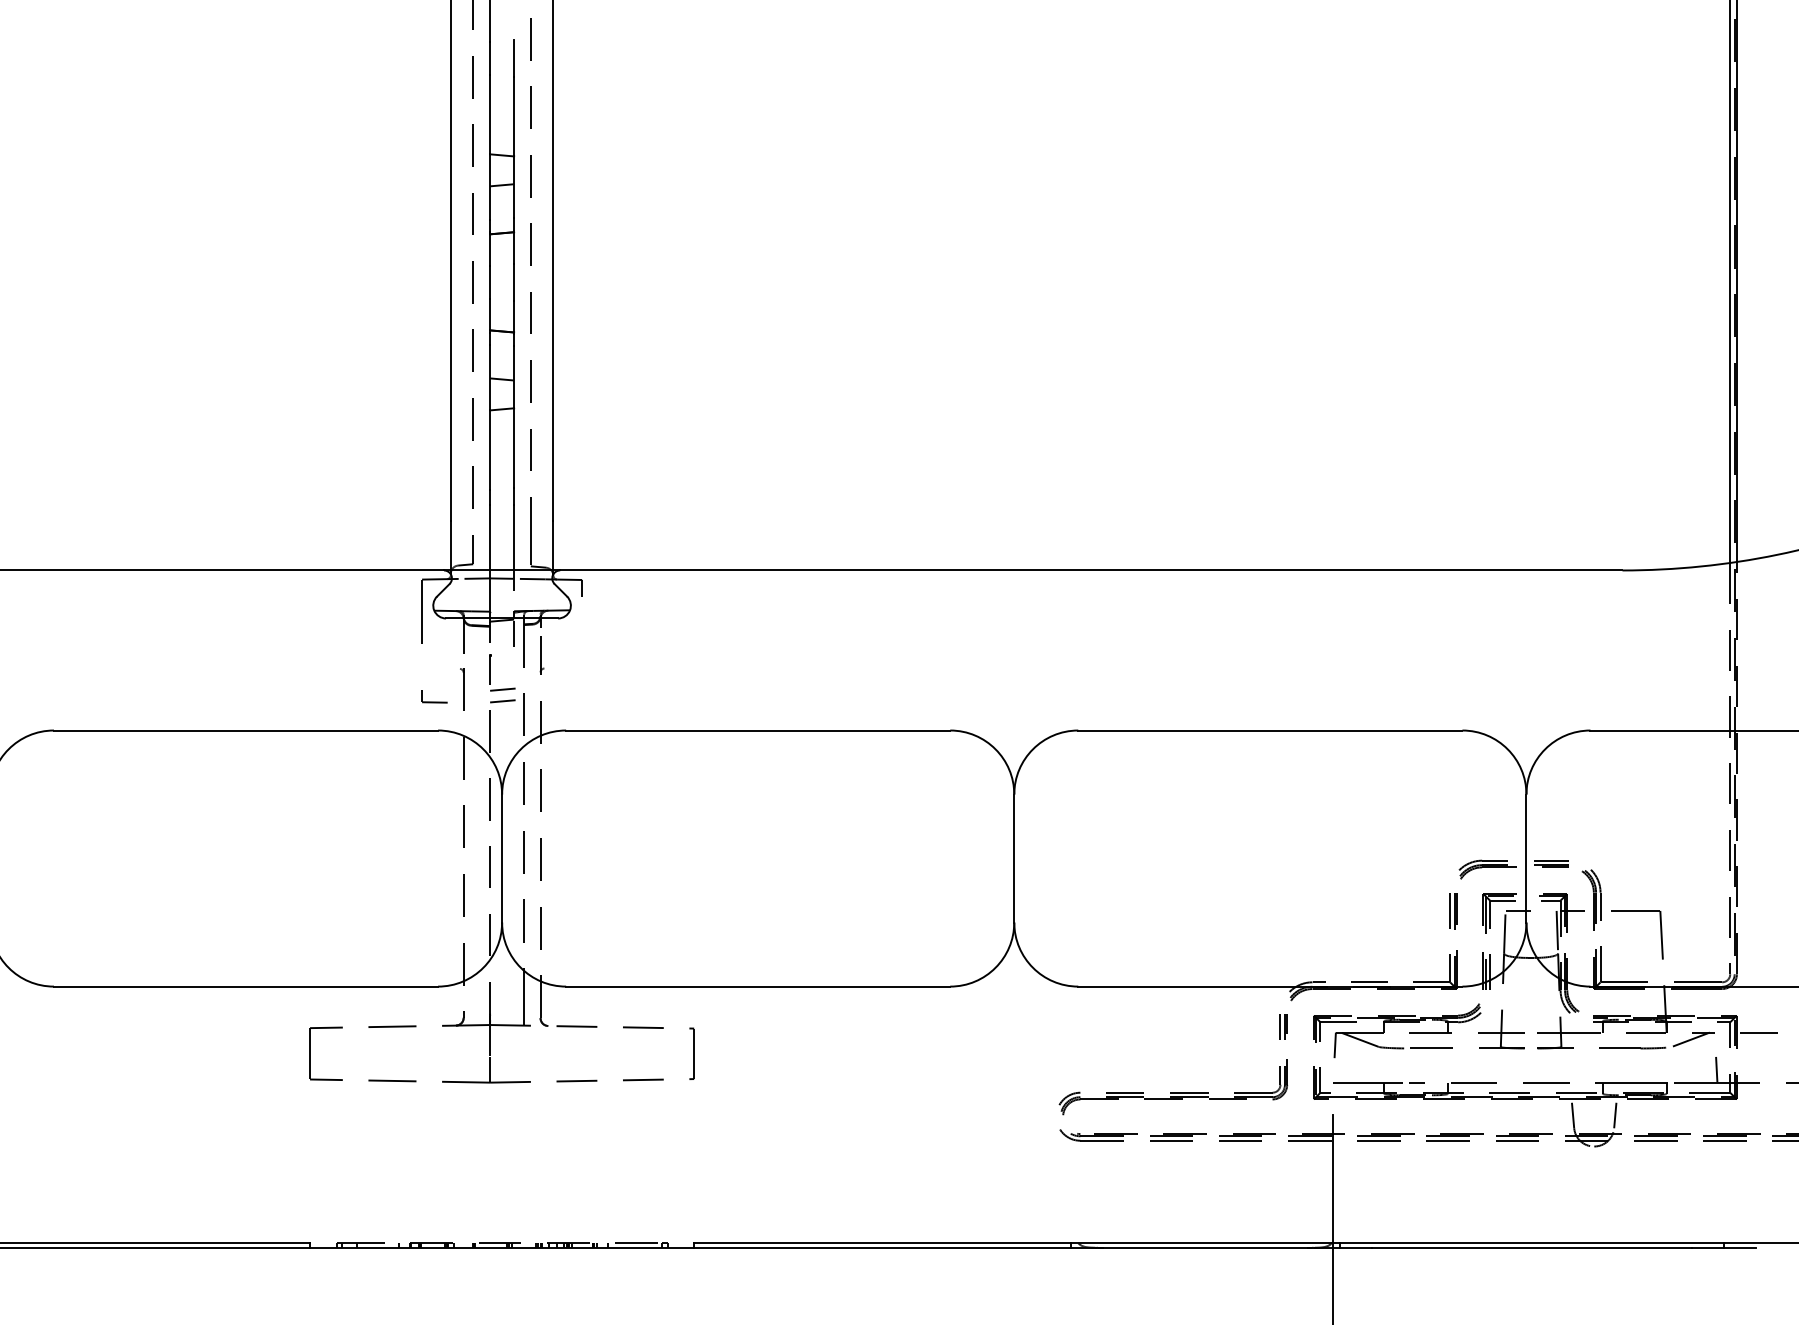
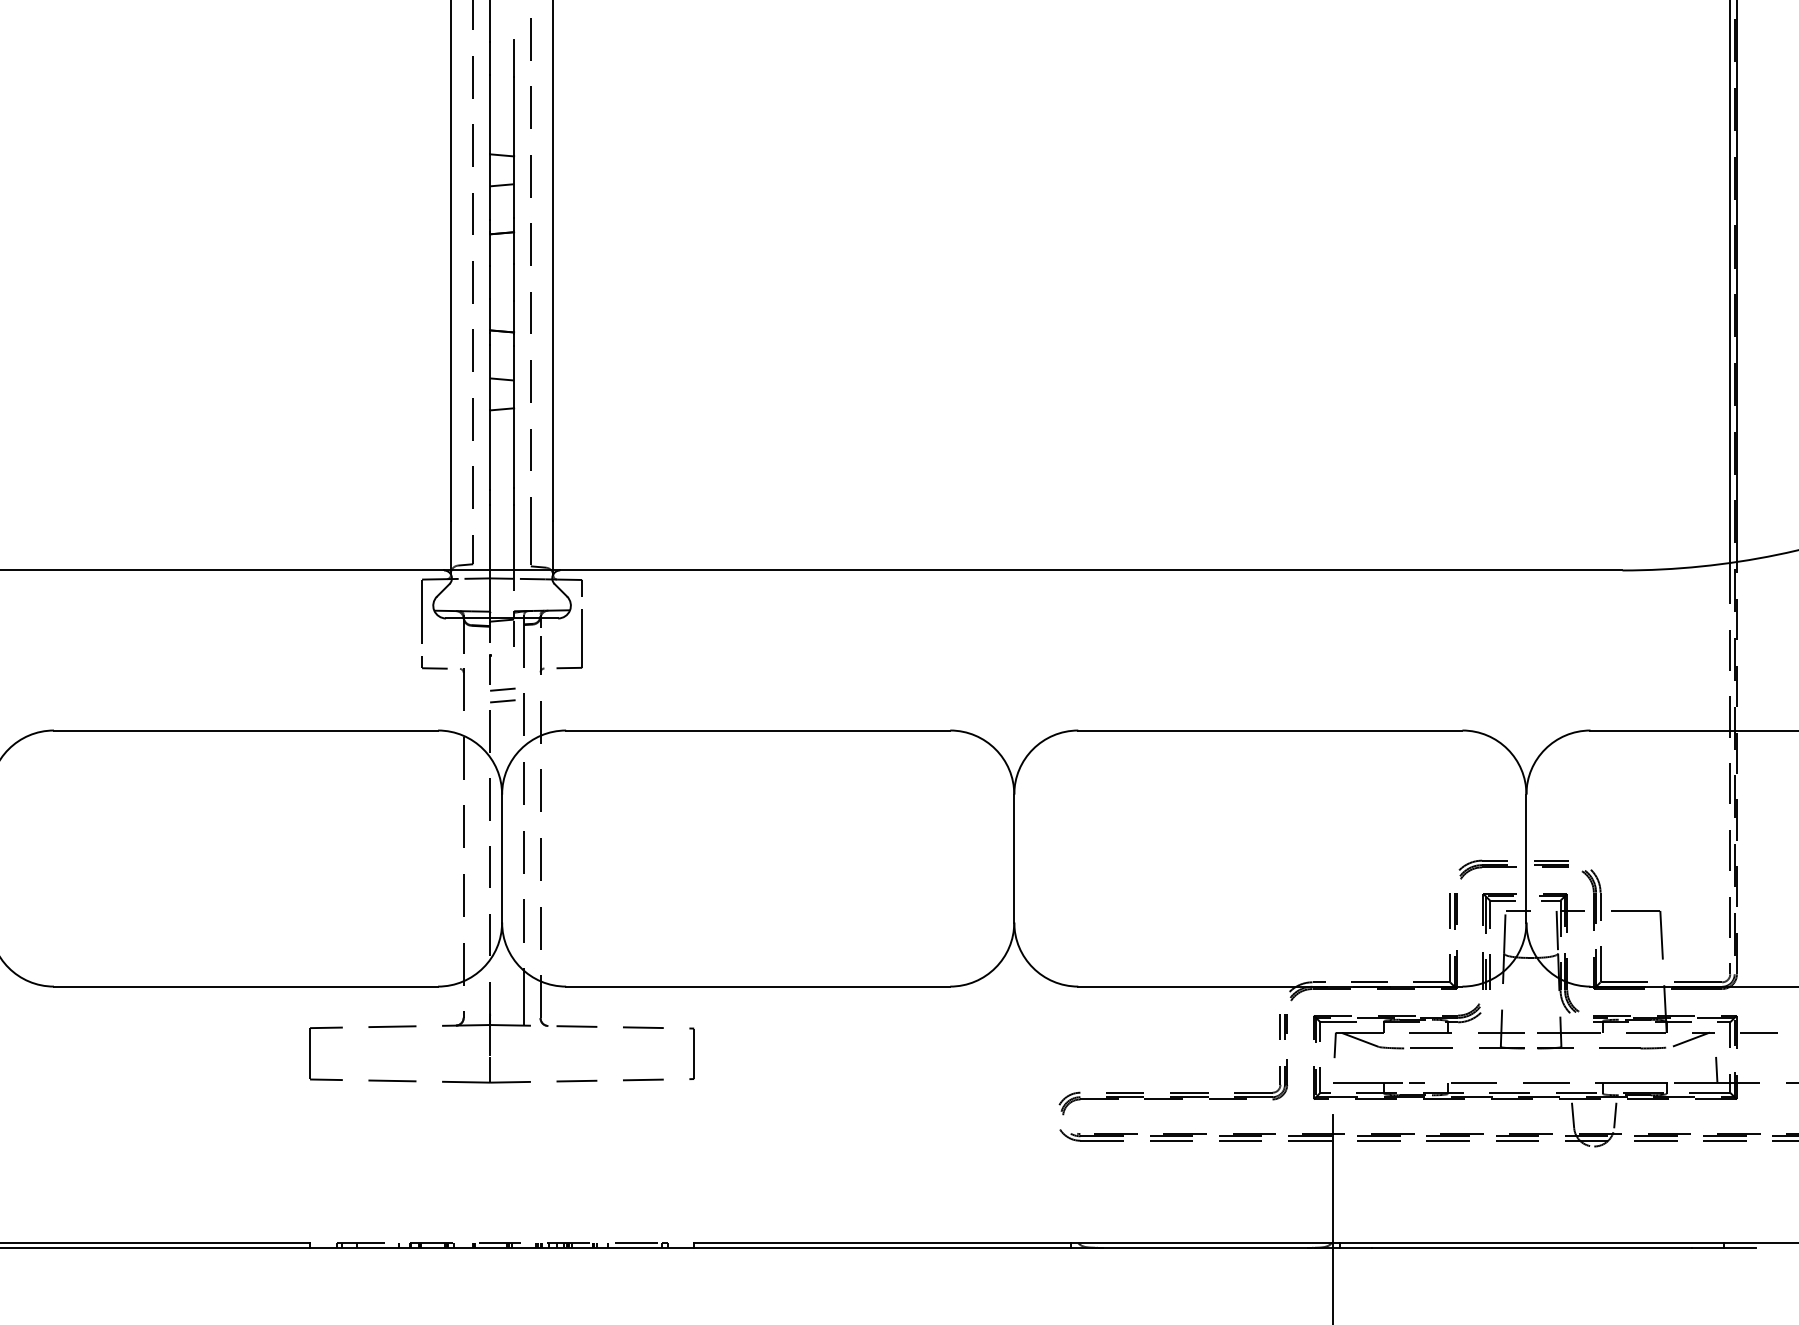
part at (581, 639): none -> present
part at (434, 696) position: (434, 696) -> (434, 662)
